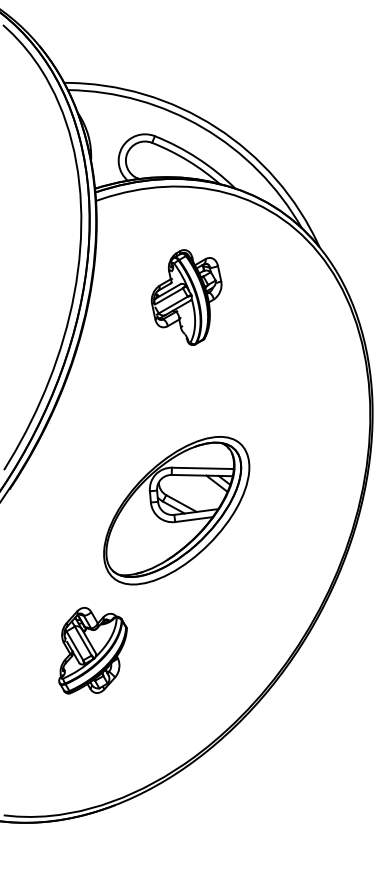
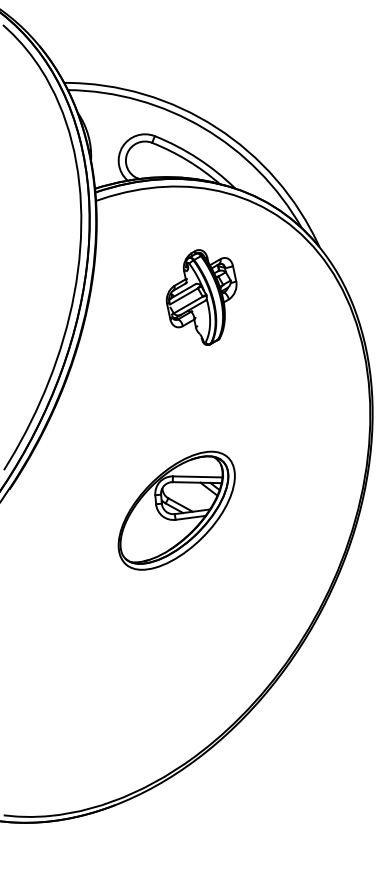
part at (186, 297) position: (186, 297) -> (201, 297)
part at (176, 510) size: 148x150 px -> 119x121 px
part at (92, 650): present -> none
